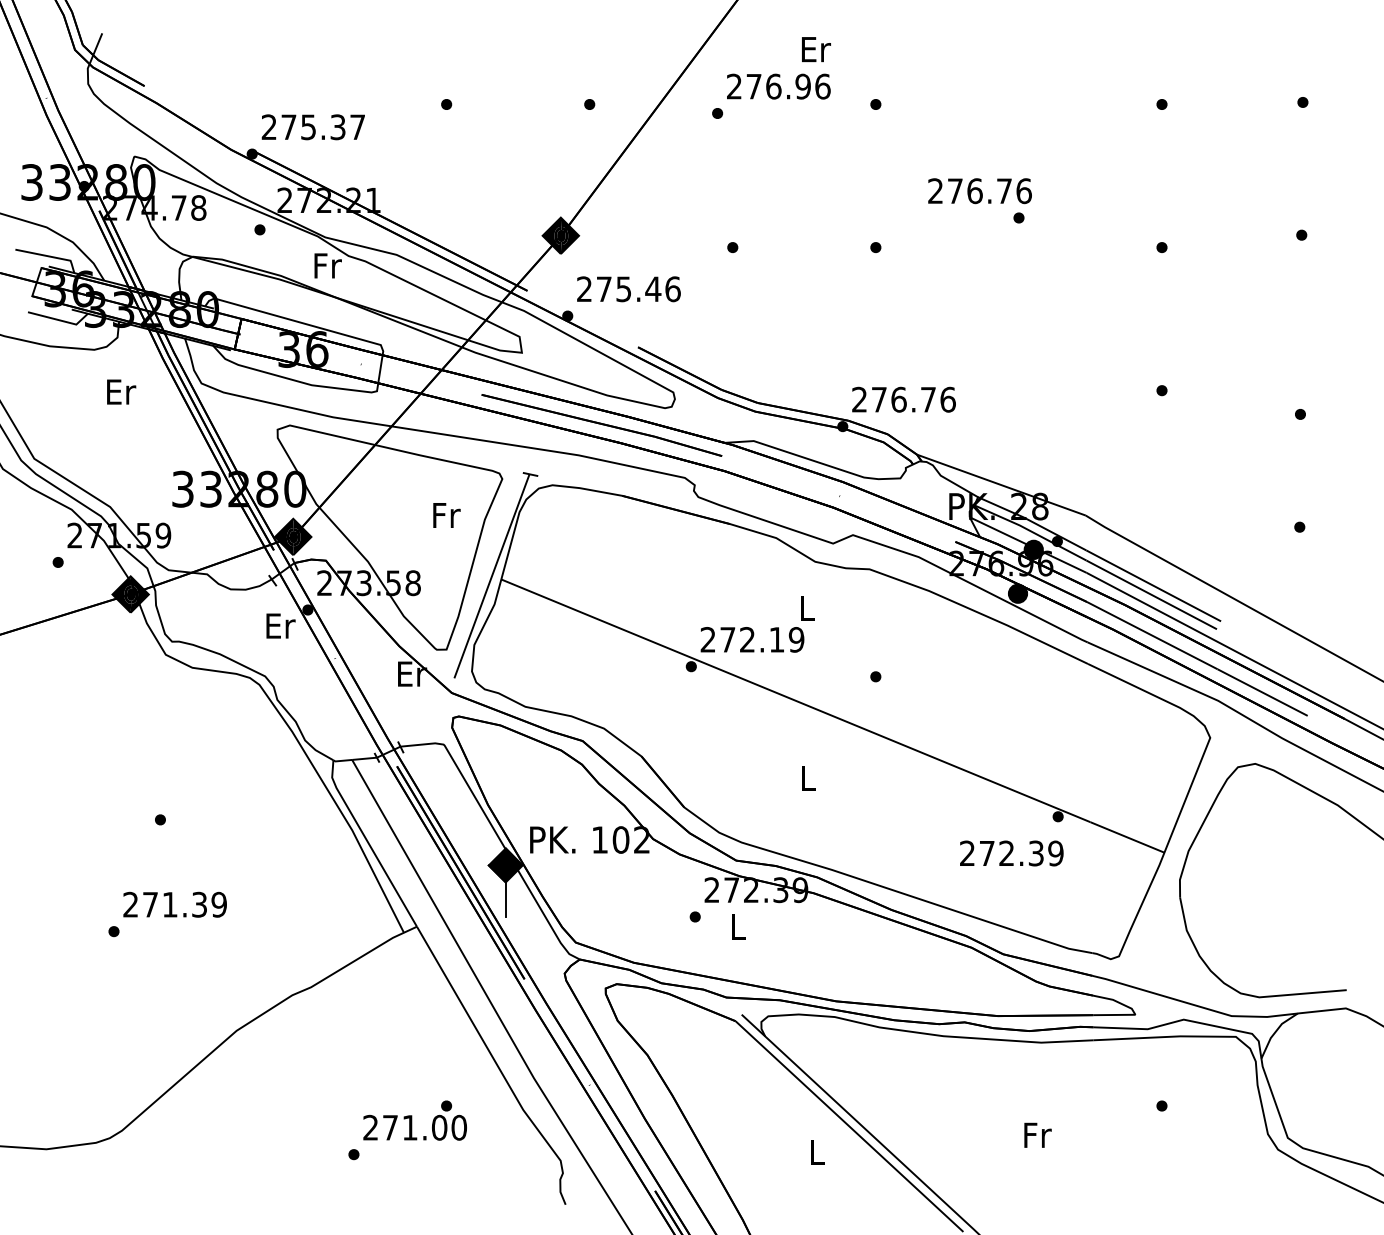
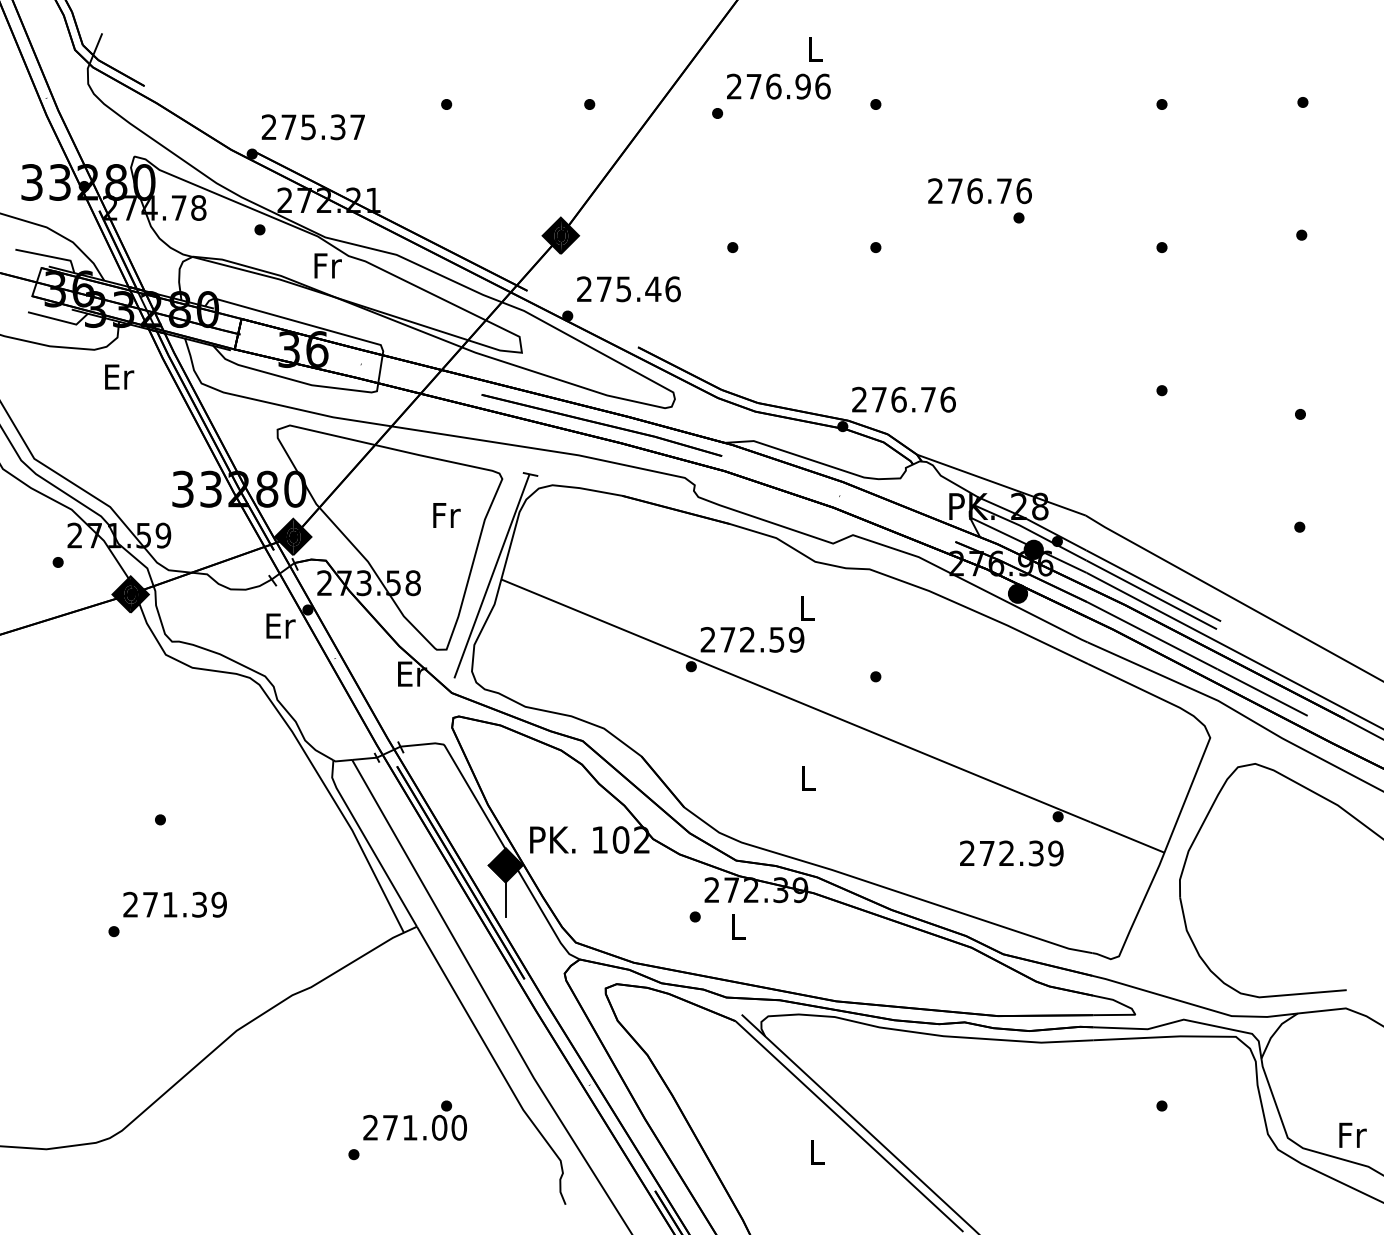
text at (816, 49): Er -> L
text at (121, 391) position: (121, 391) -> (119, 376)
text at (776, 639): 272.19 -> 272.59
text at (1037, 1134) position: (1037, 1134) -> (1352, 1134)
